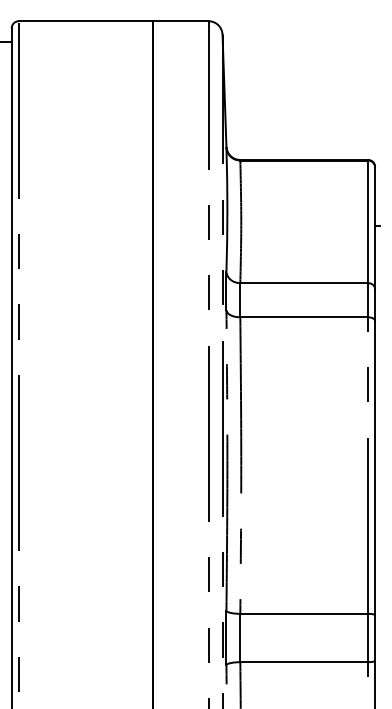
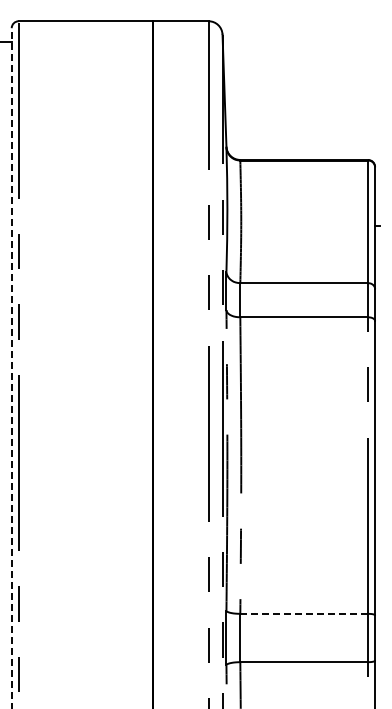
line at (11, 368): solid -> dashed
line at (304, 613): solid -> dashed
